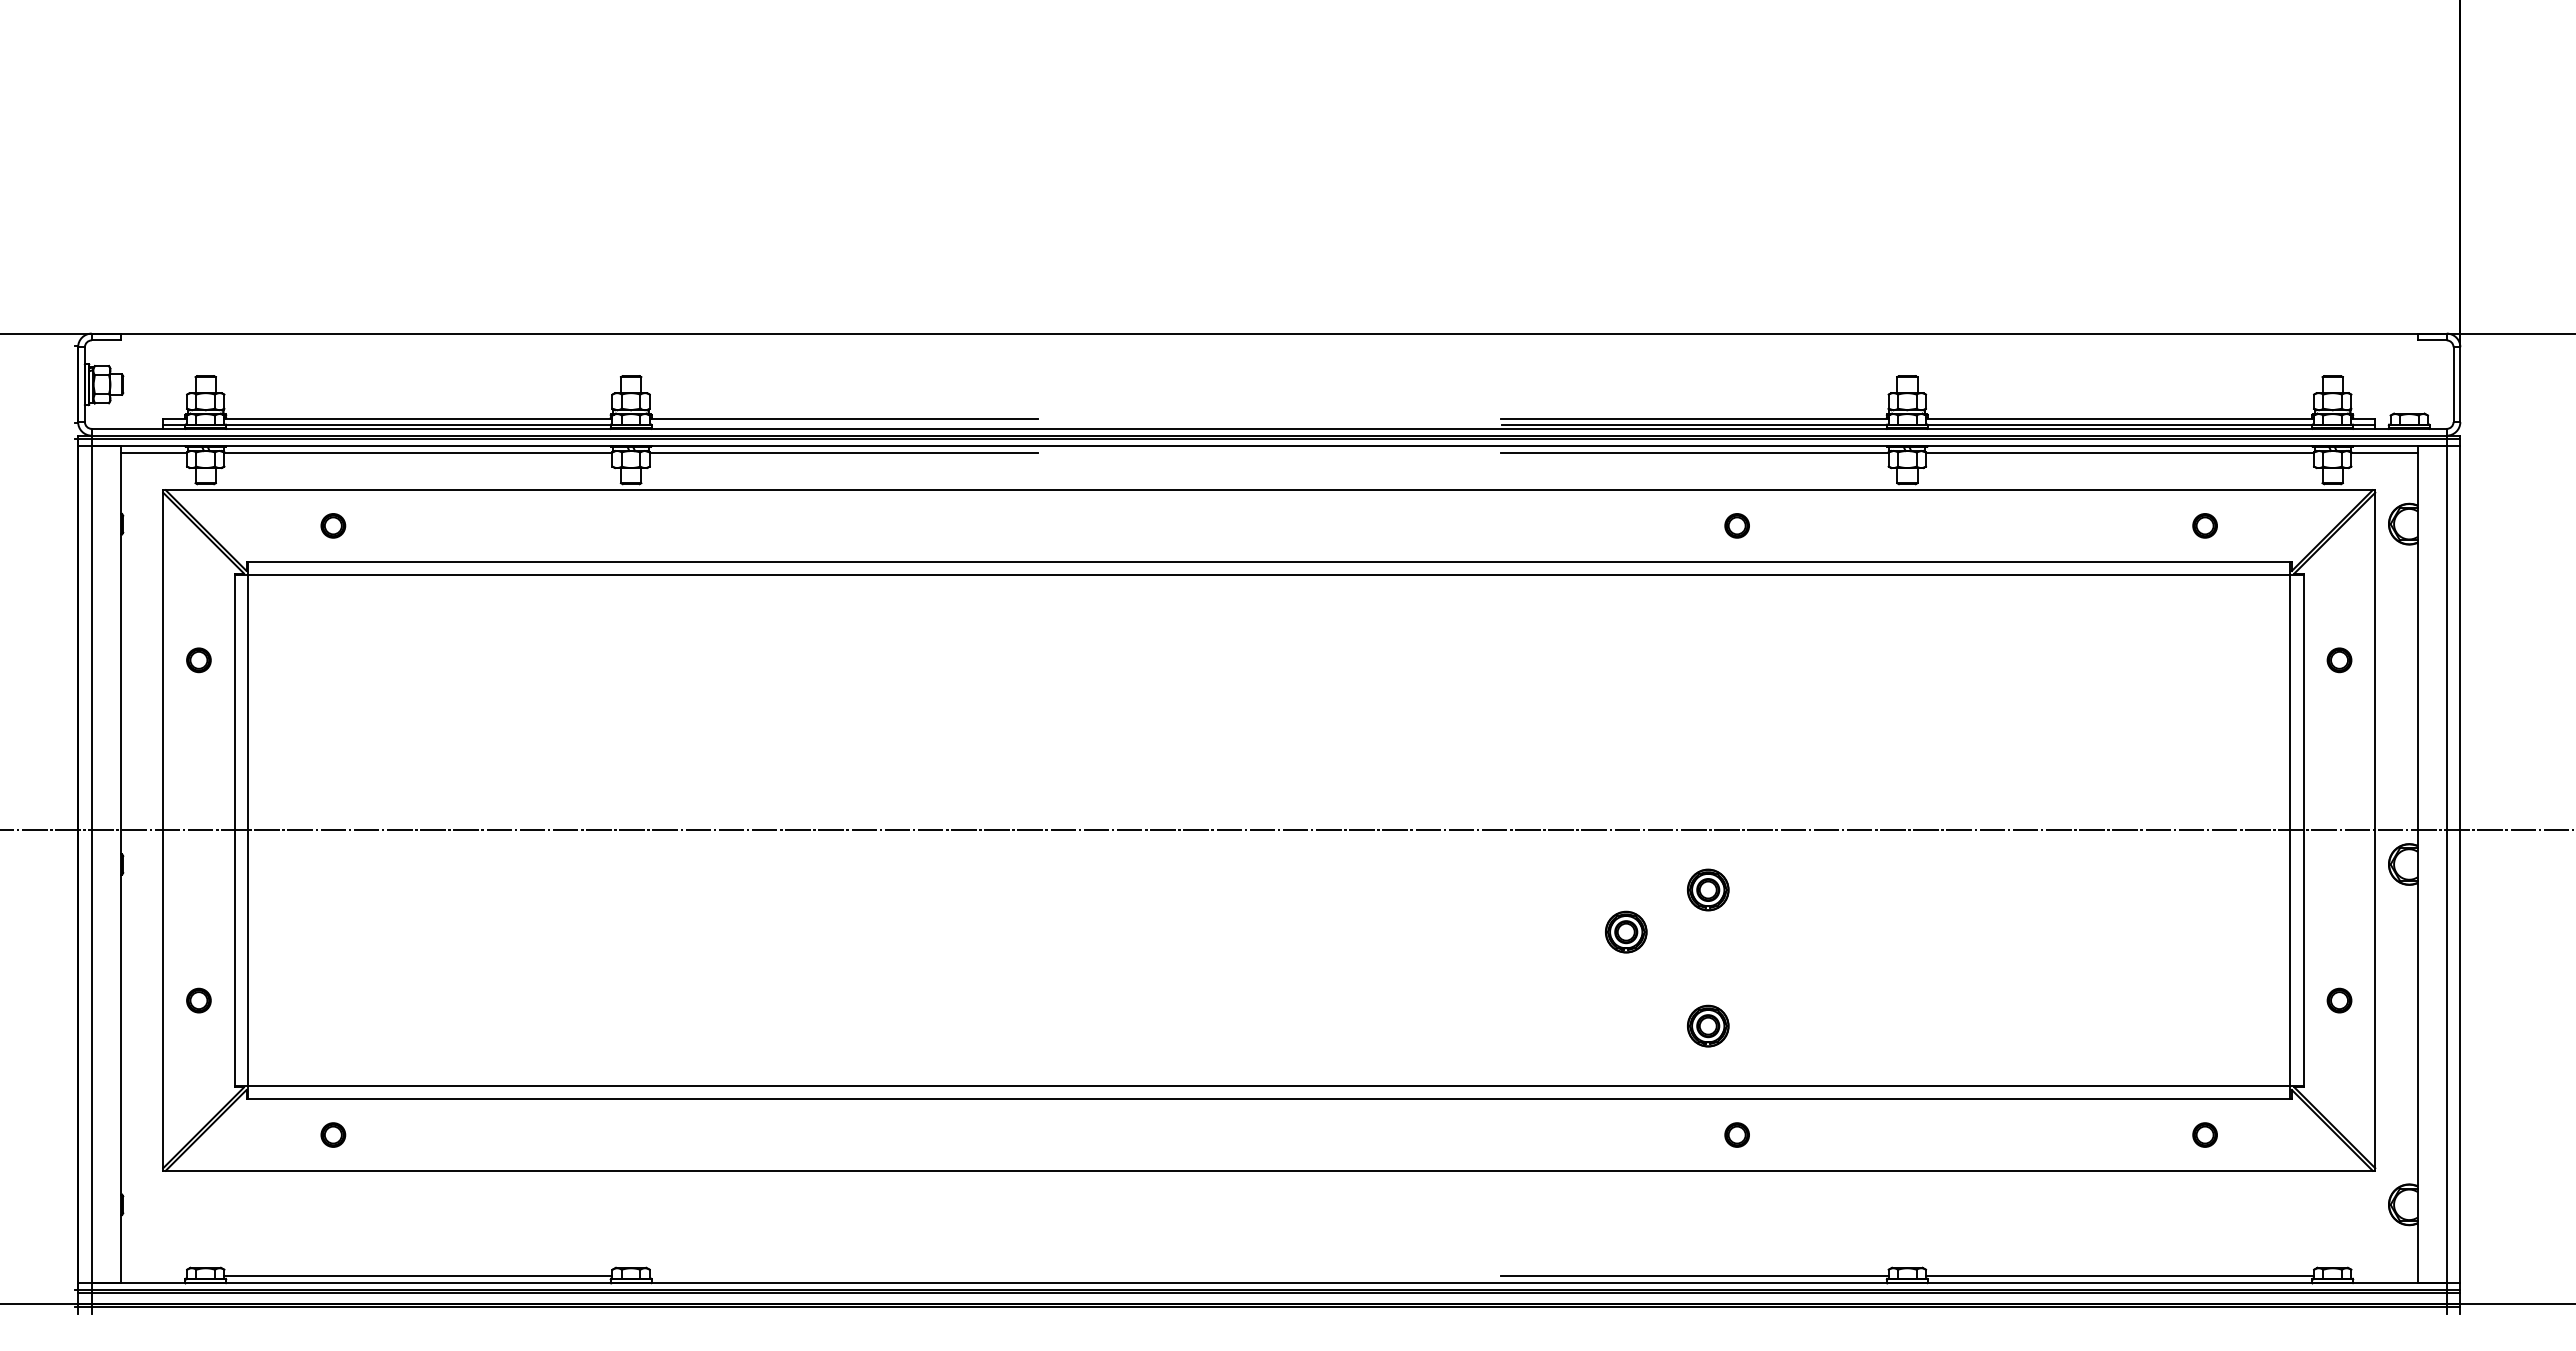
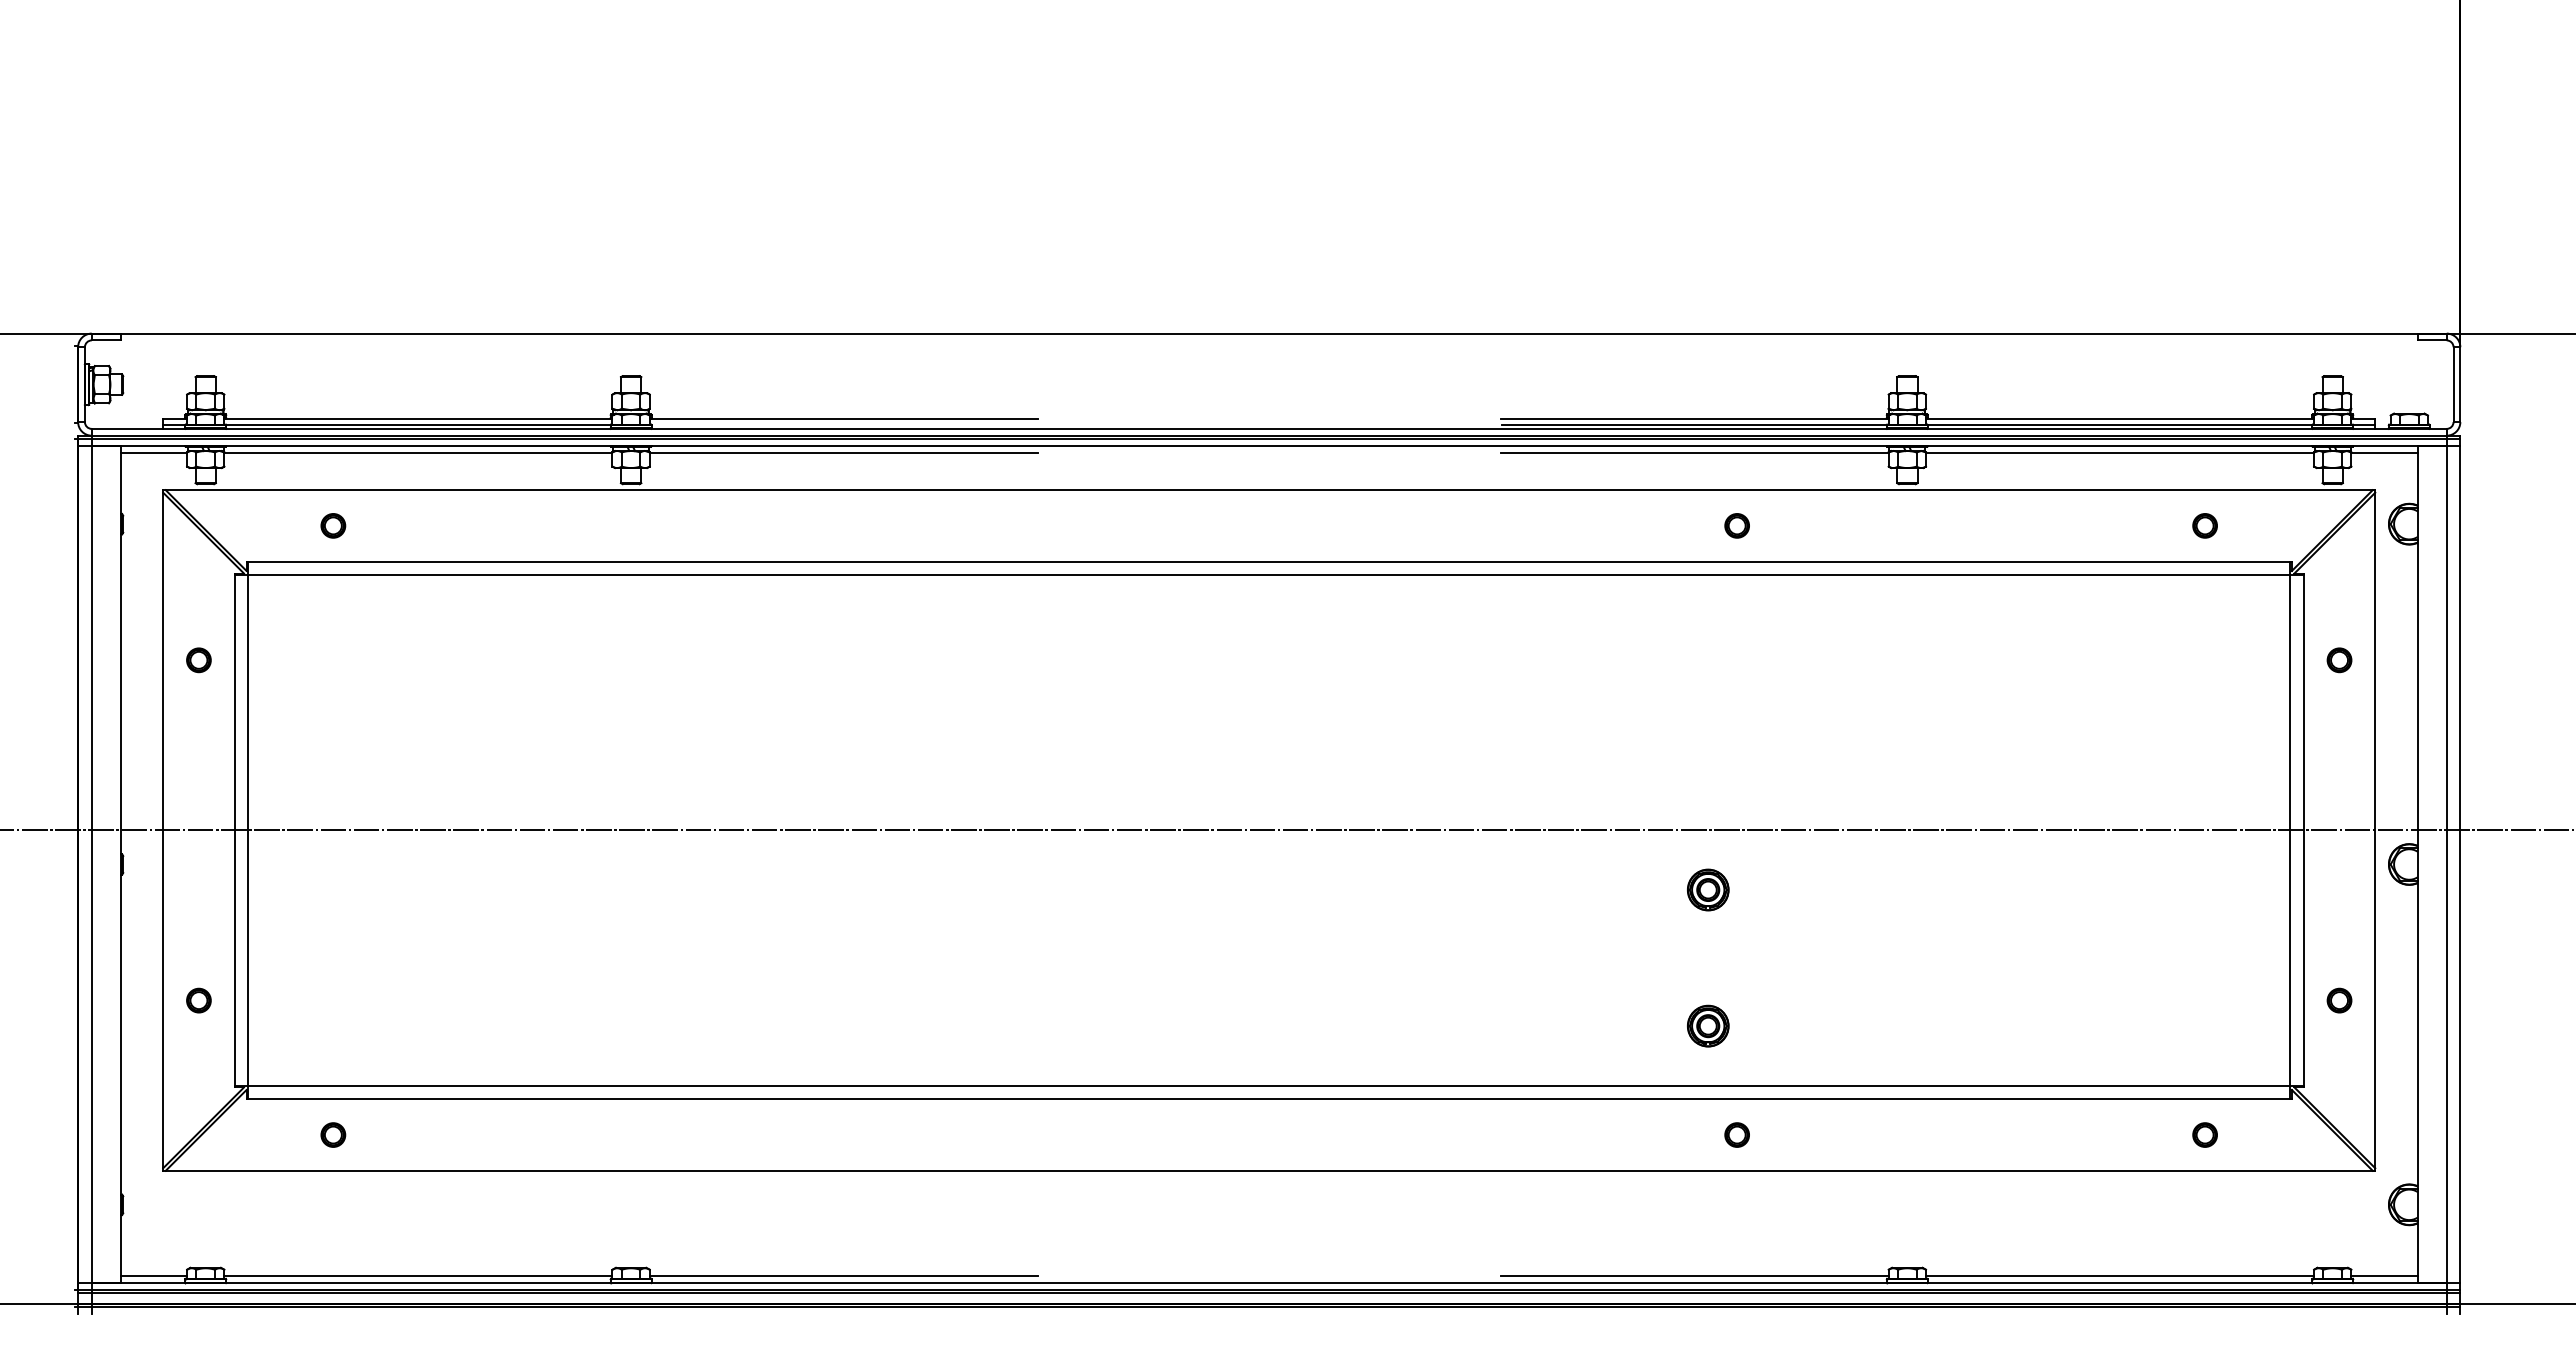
part at (1626, 931): present -> none
line at (153, 1276): none -> present
line at (843, 1276): none -> present
line at (2384, 1276): none -> present
